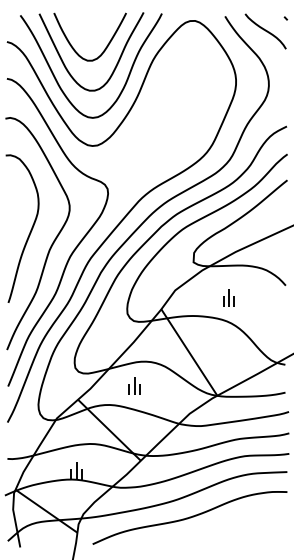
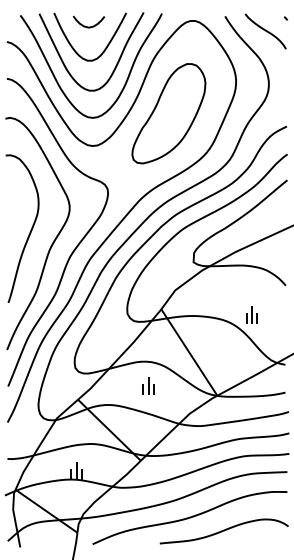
curve at (88, 26): none -> present
part at (168, 113): none -> present
part at (228, 297) position: (228, 297) -> (251, 314)
part at (134, 385) position: (134, 385) -> (148, 385)
curve at (223, 531): none -> present
